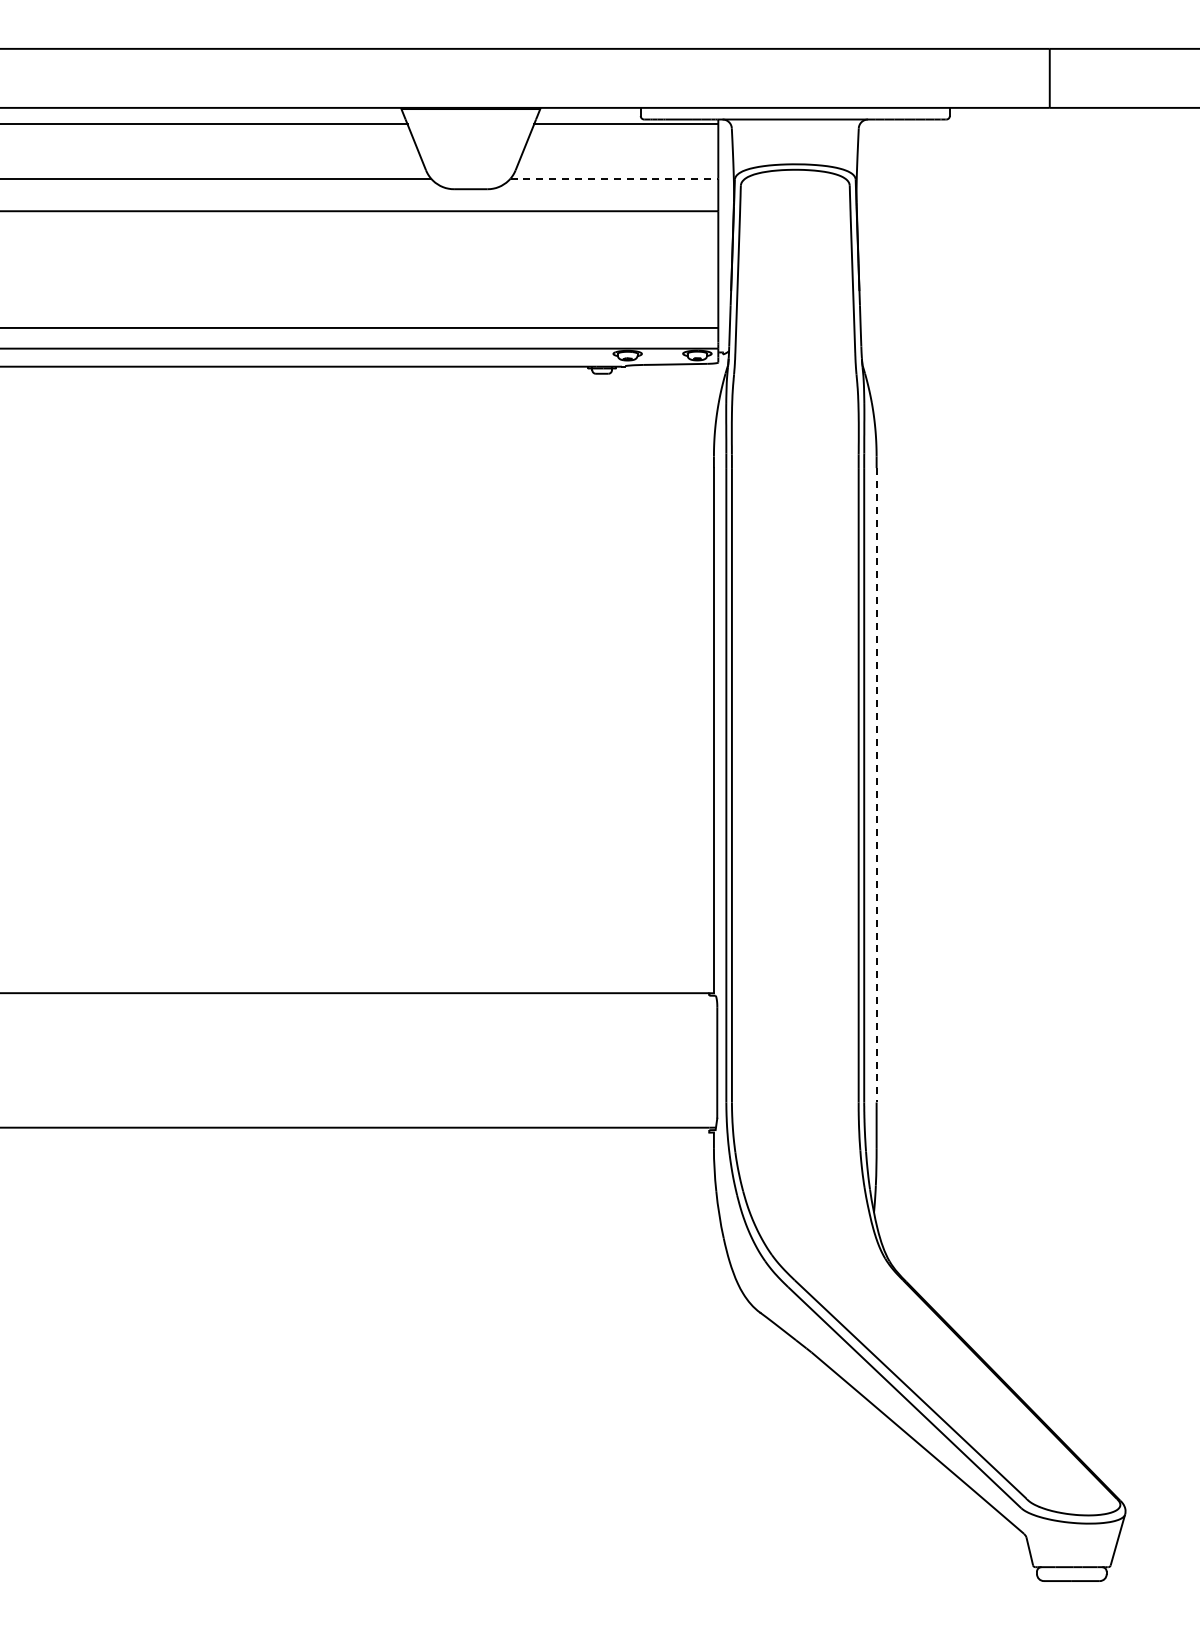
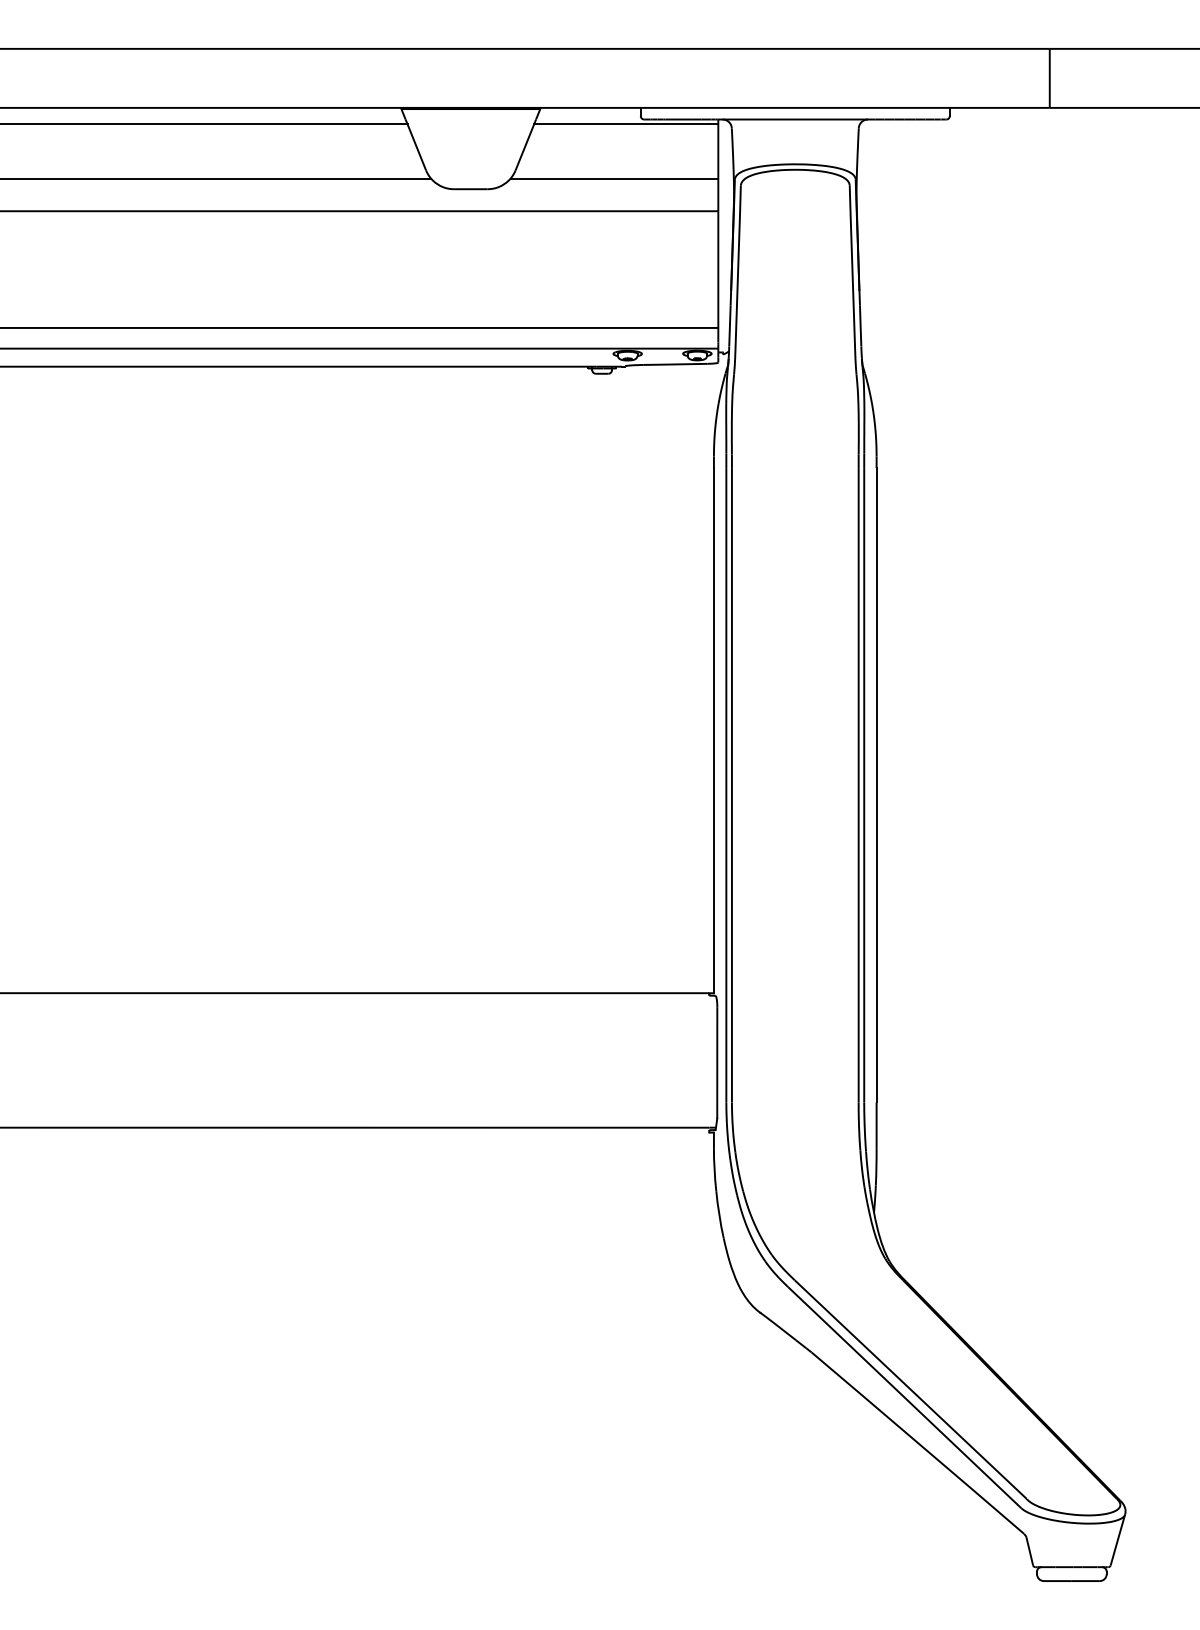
line at (614, 178): dashed -> solid
line at (876, 785): dashed -> solid
